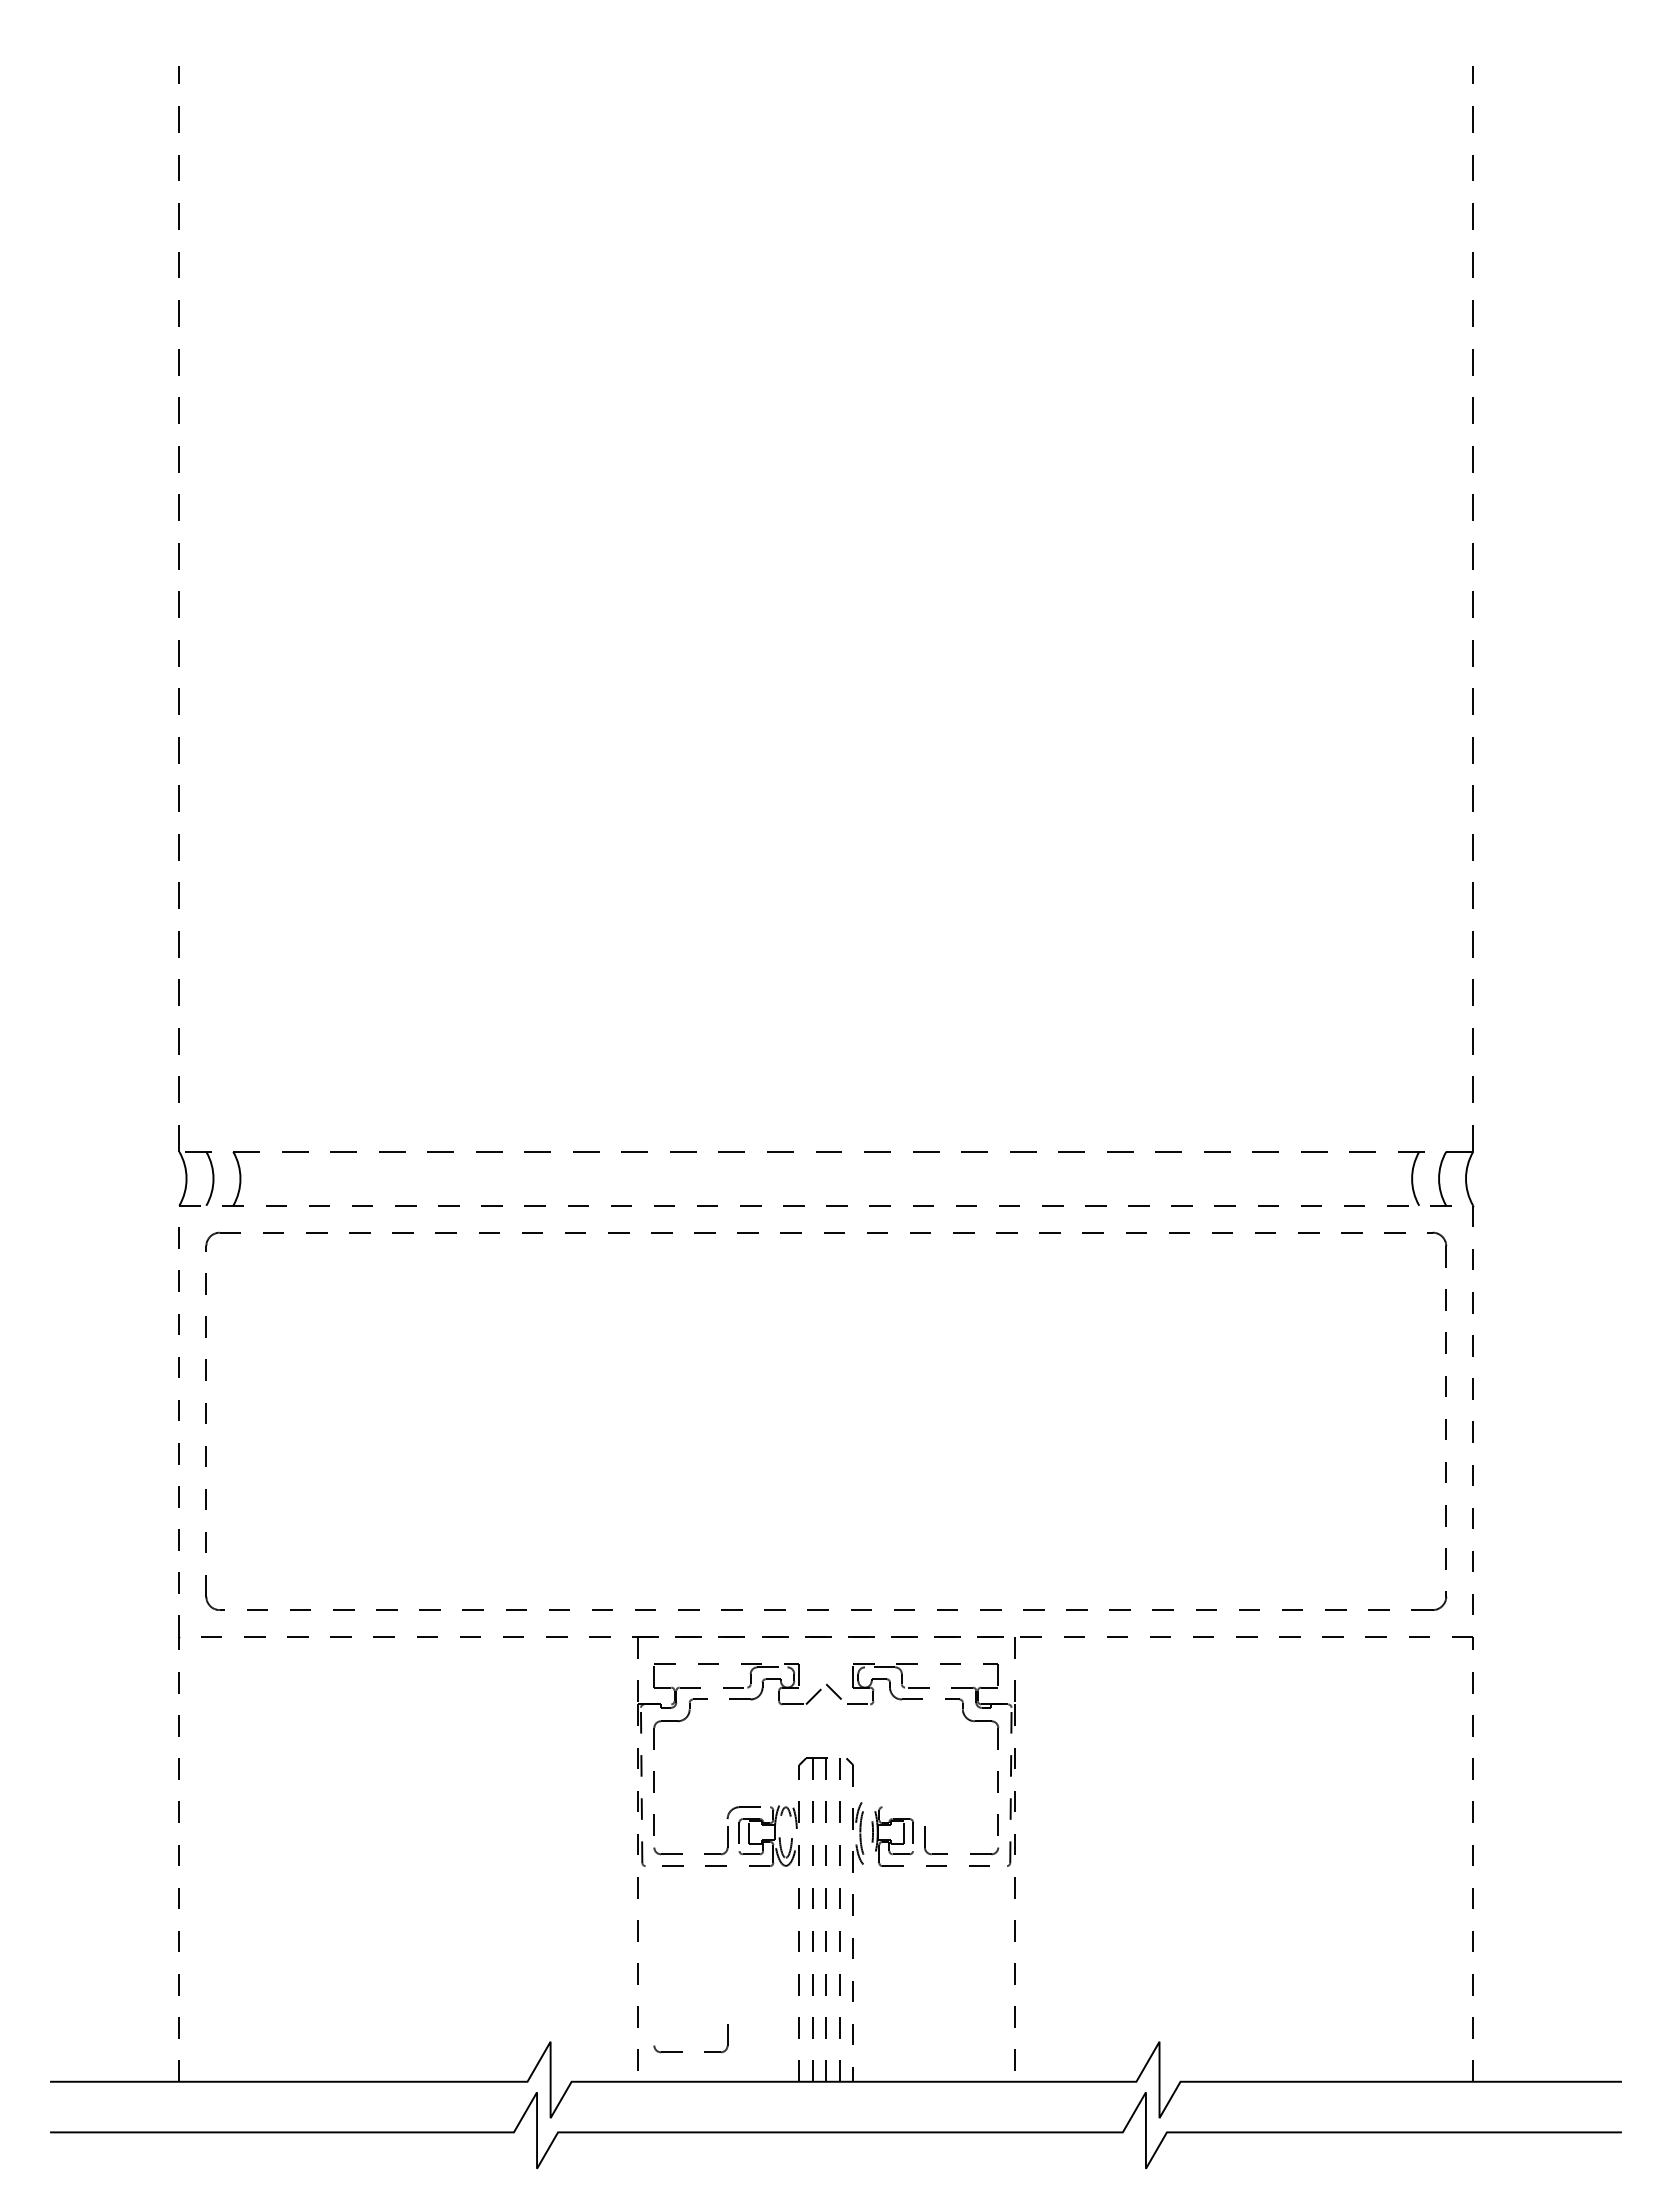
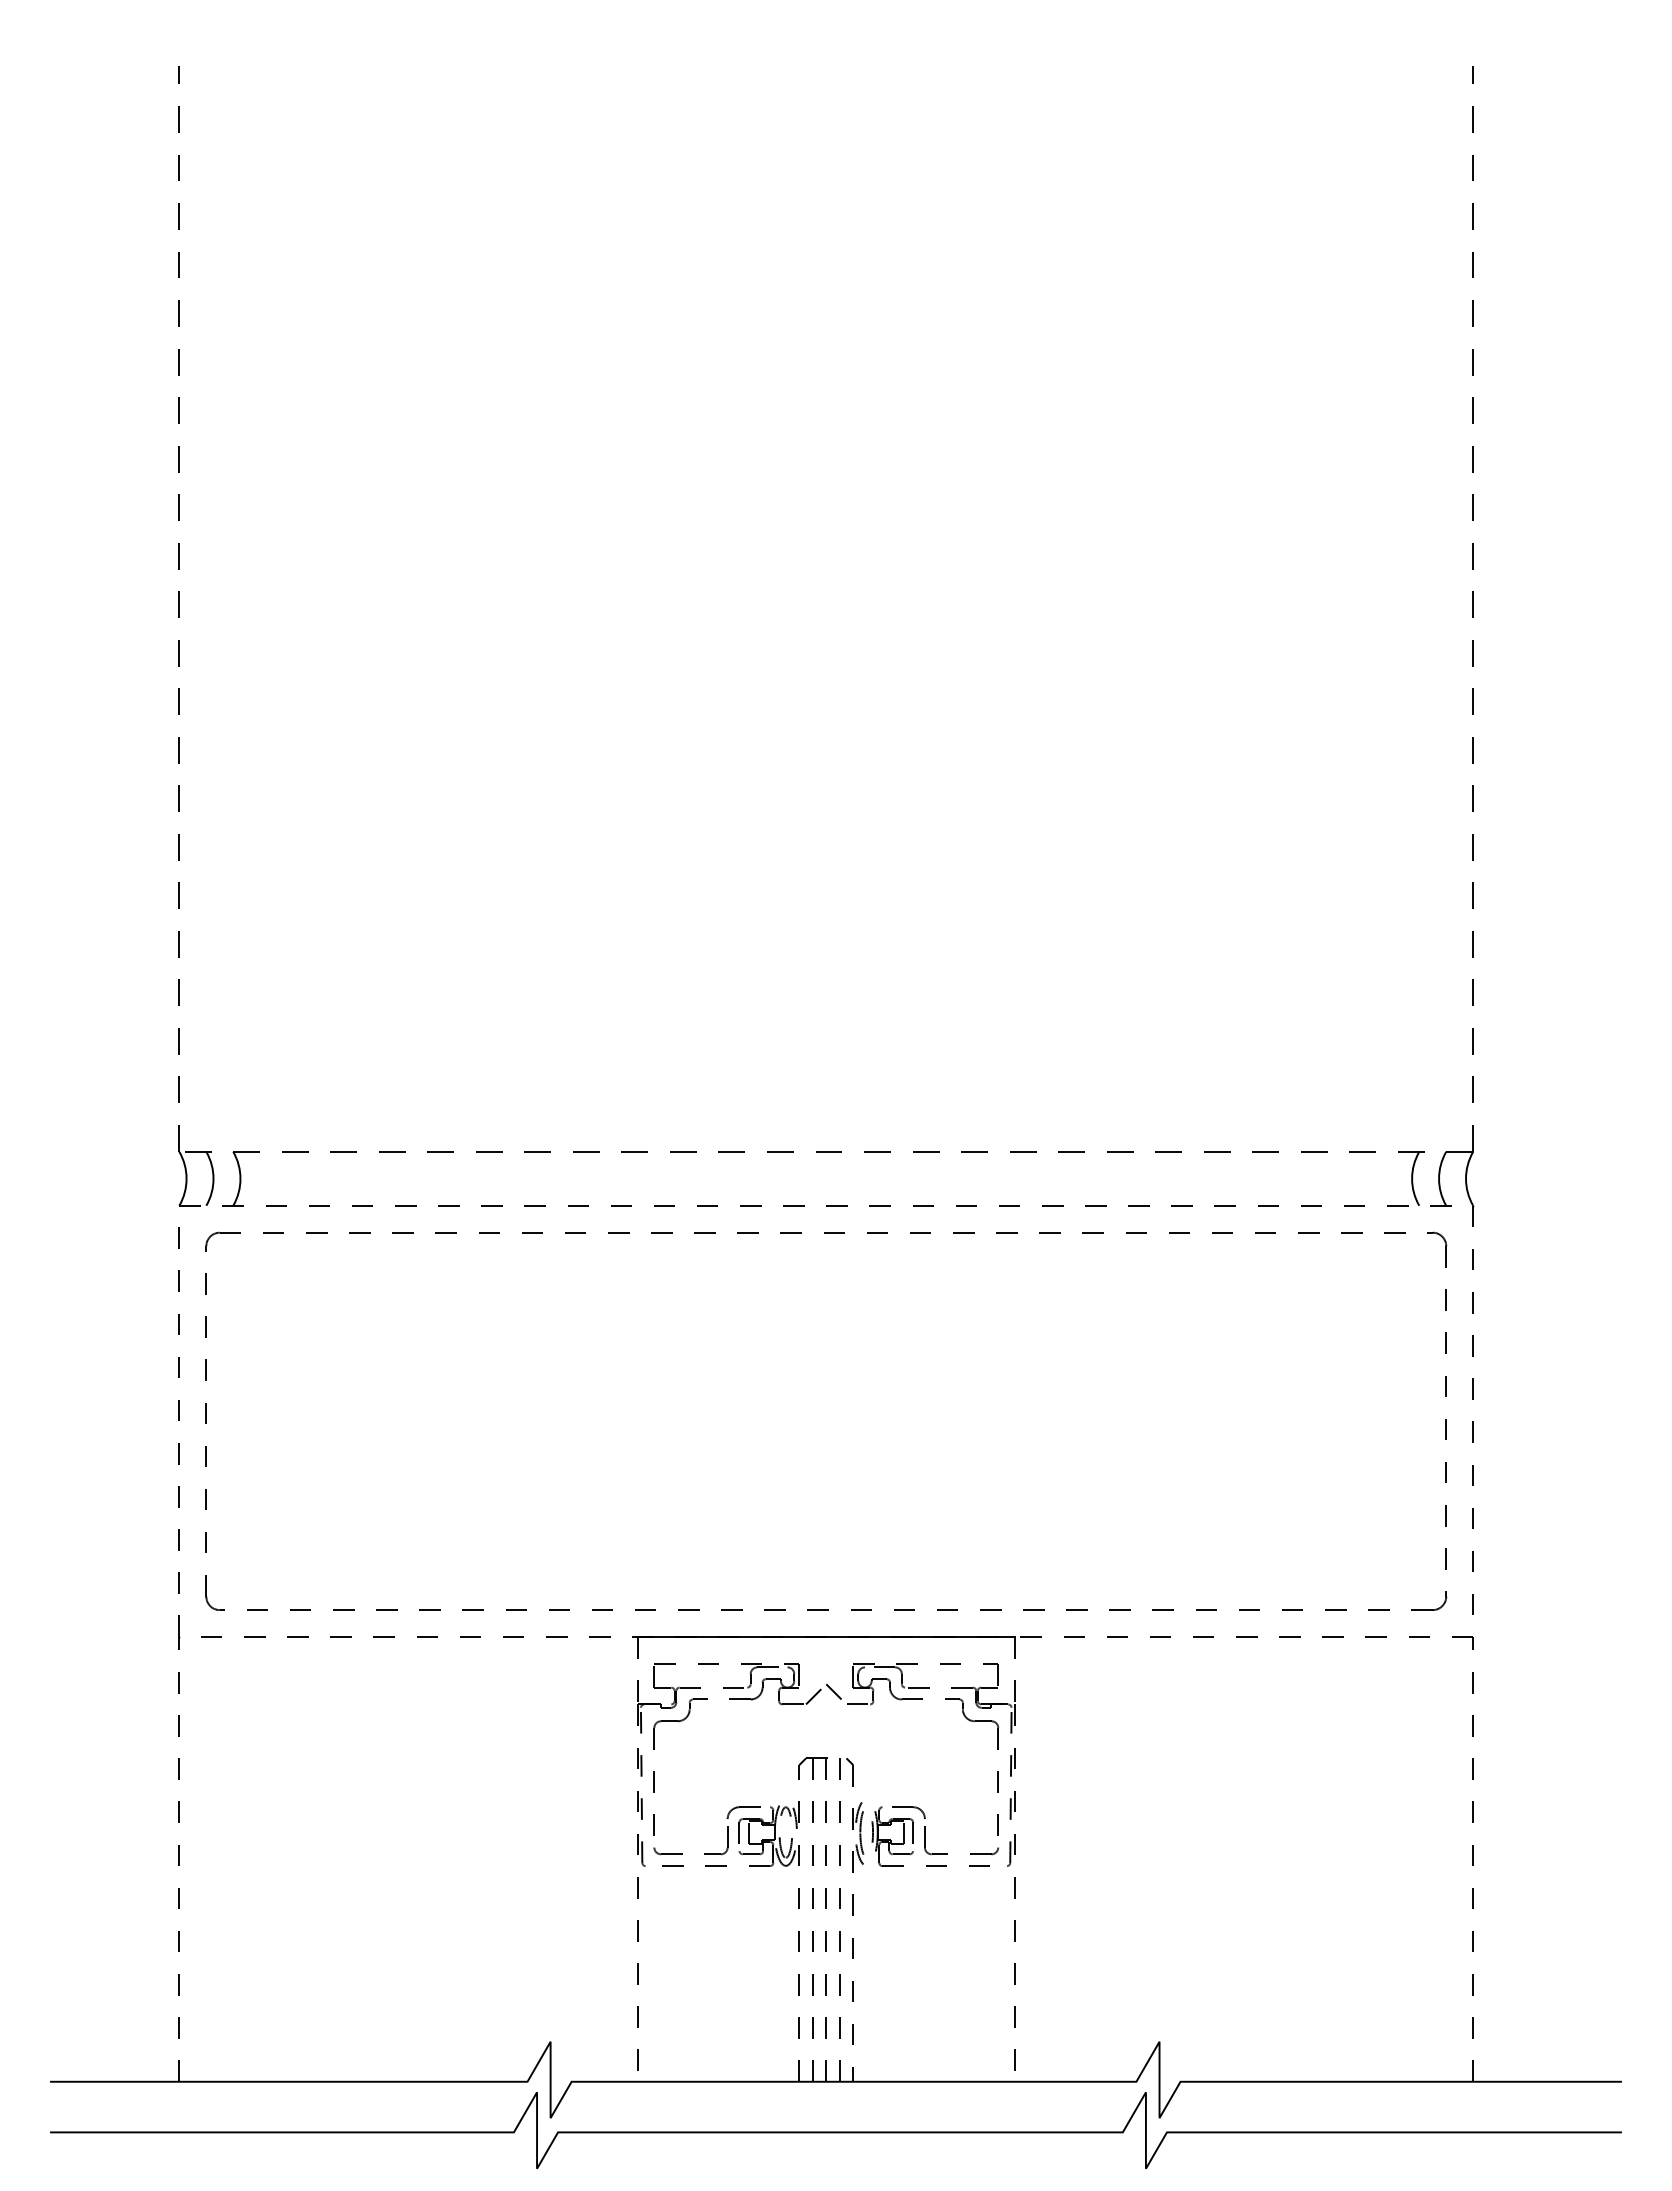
line at (826, 1637): dashed -> solid
part at (908, 1812): none -> present
part at (682, 2051): present -> none
